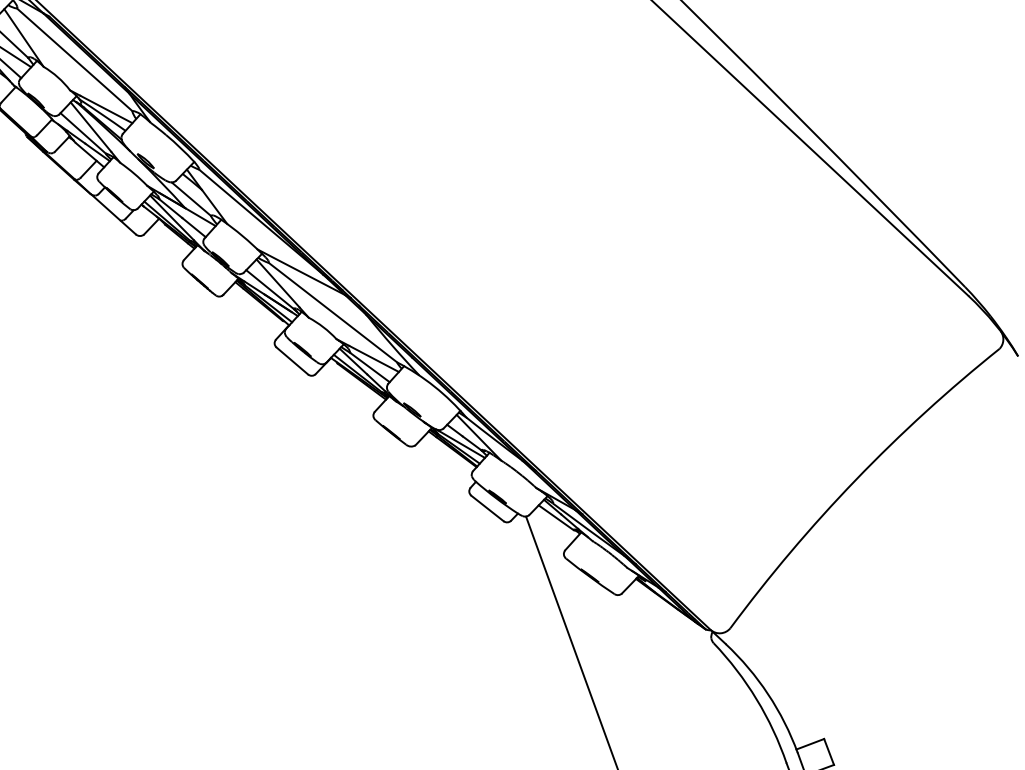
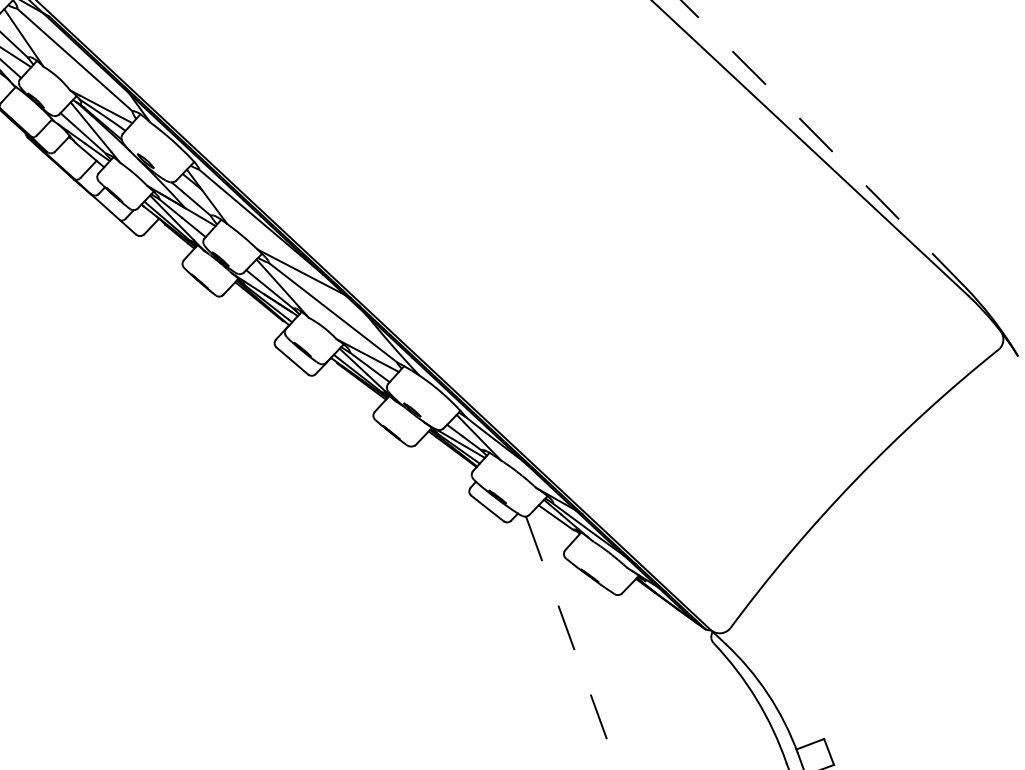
arc at (823, 142): solid -> dashed
line at (572, 643): solid -> dashed
